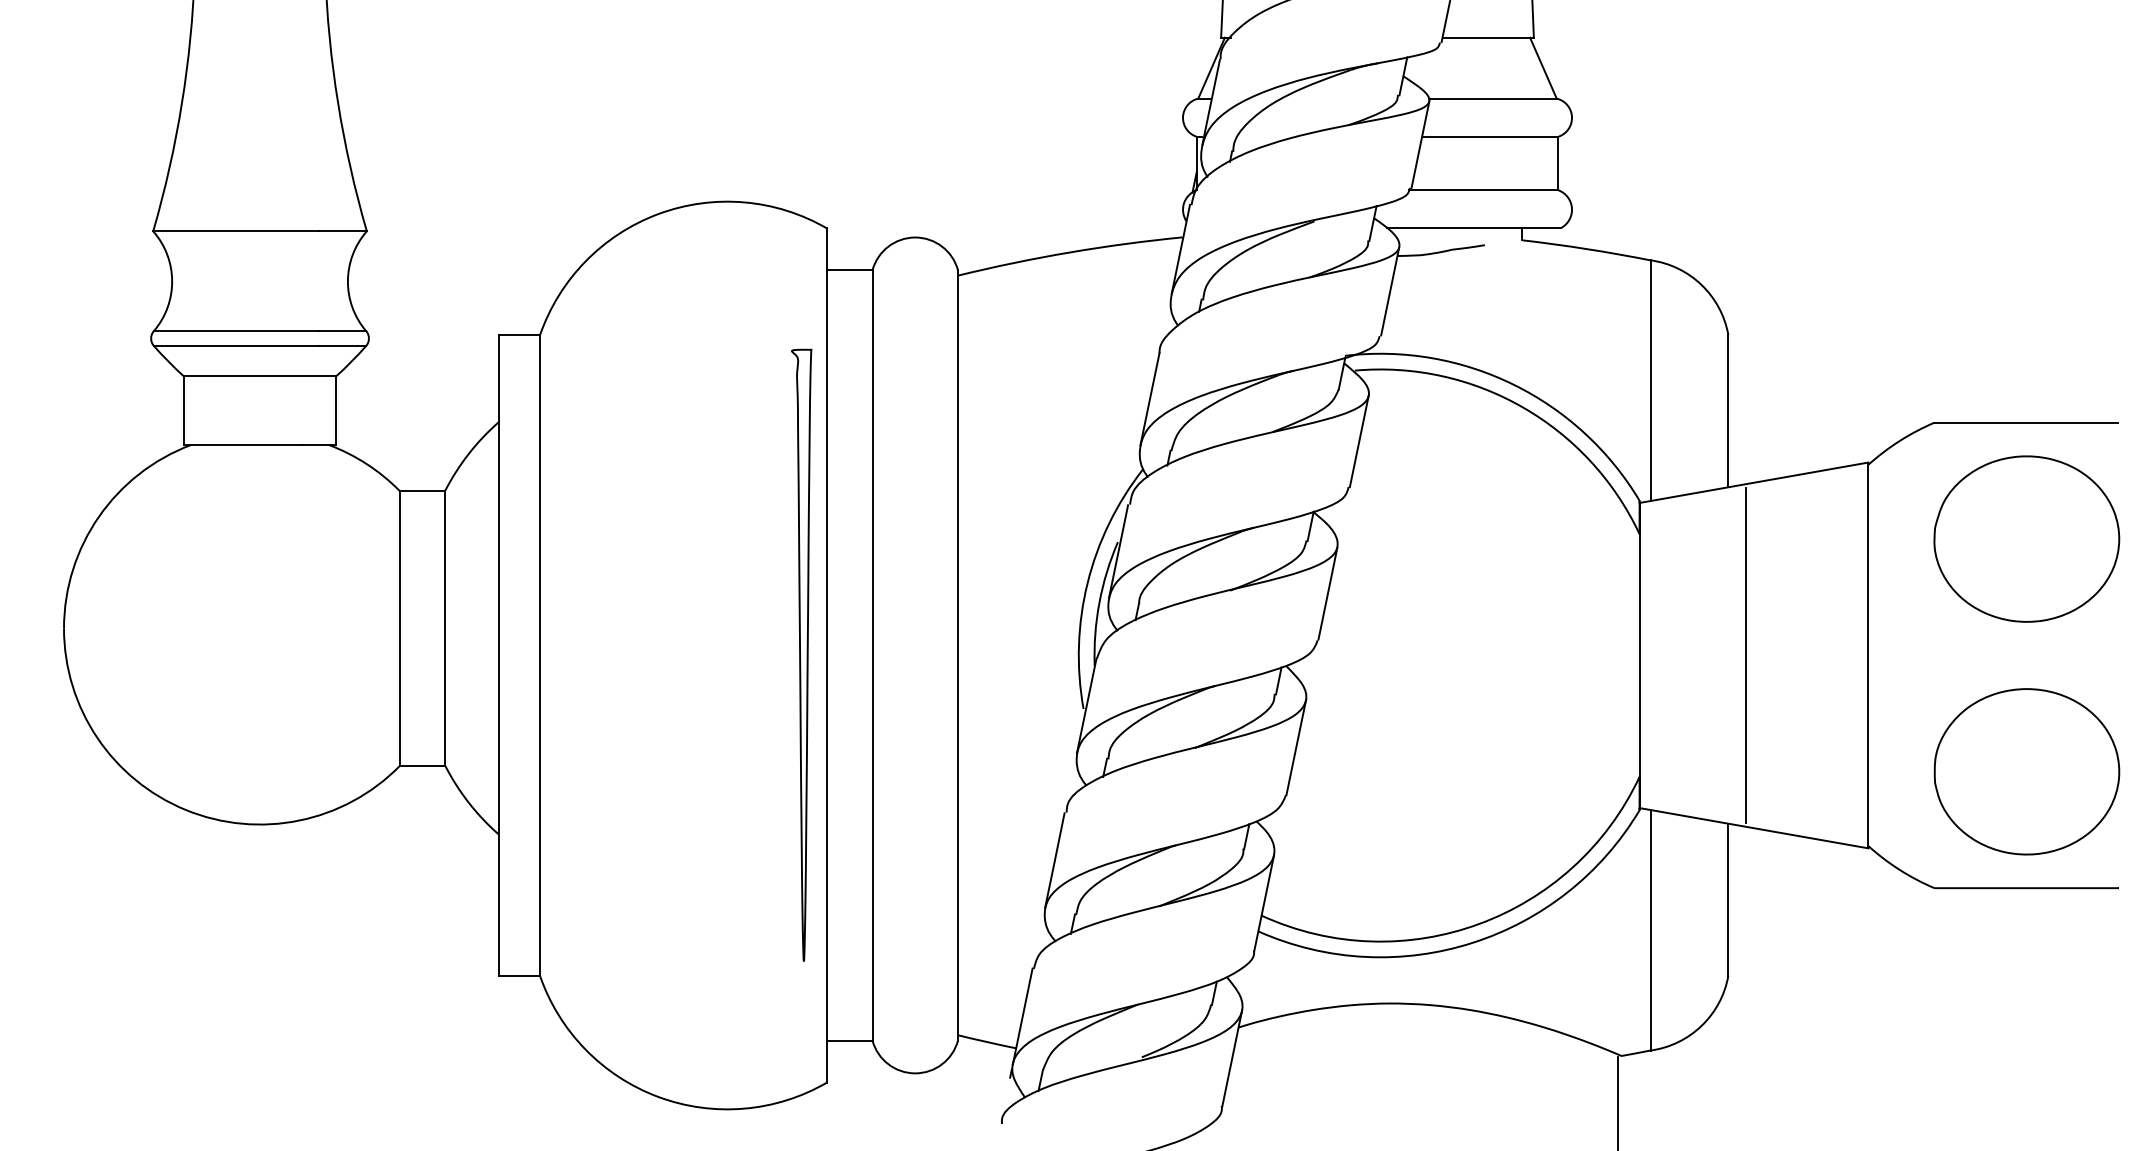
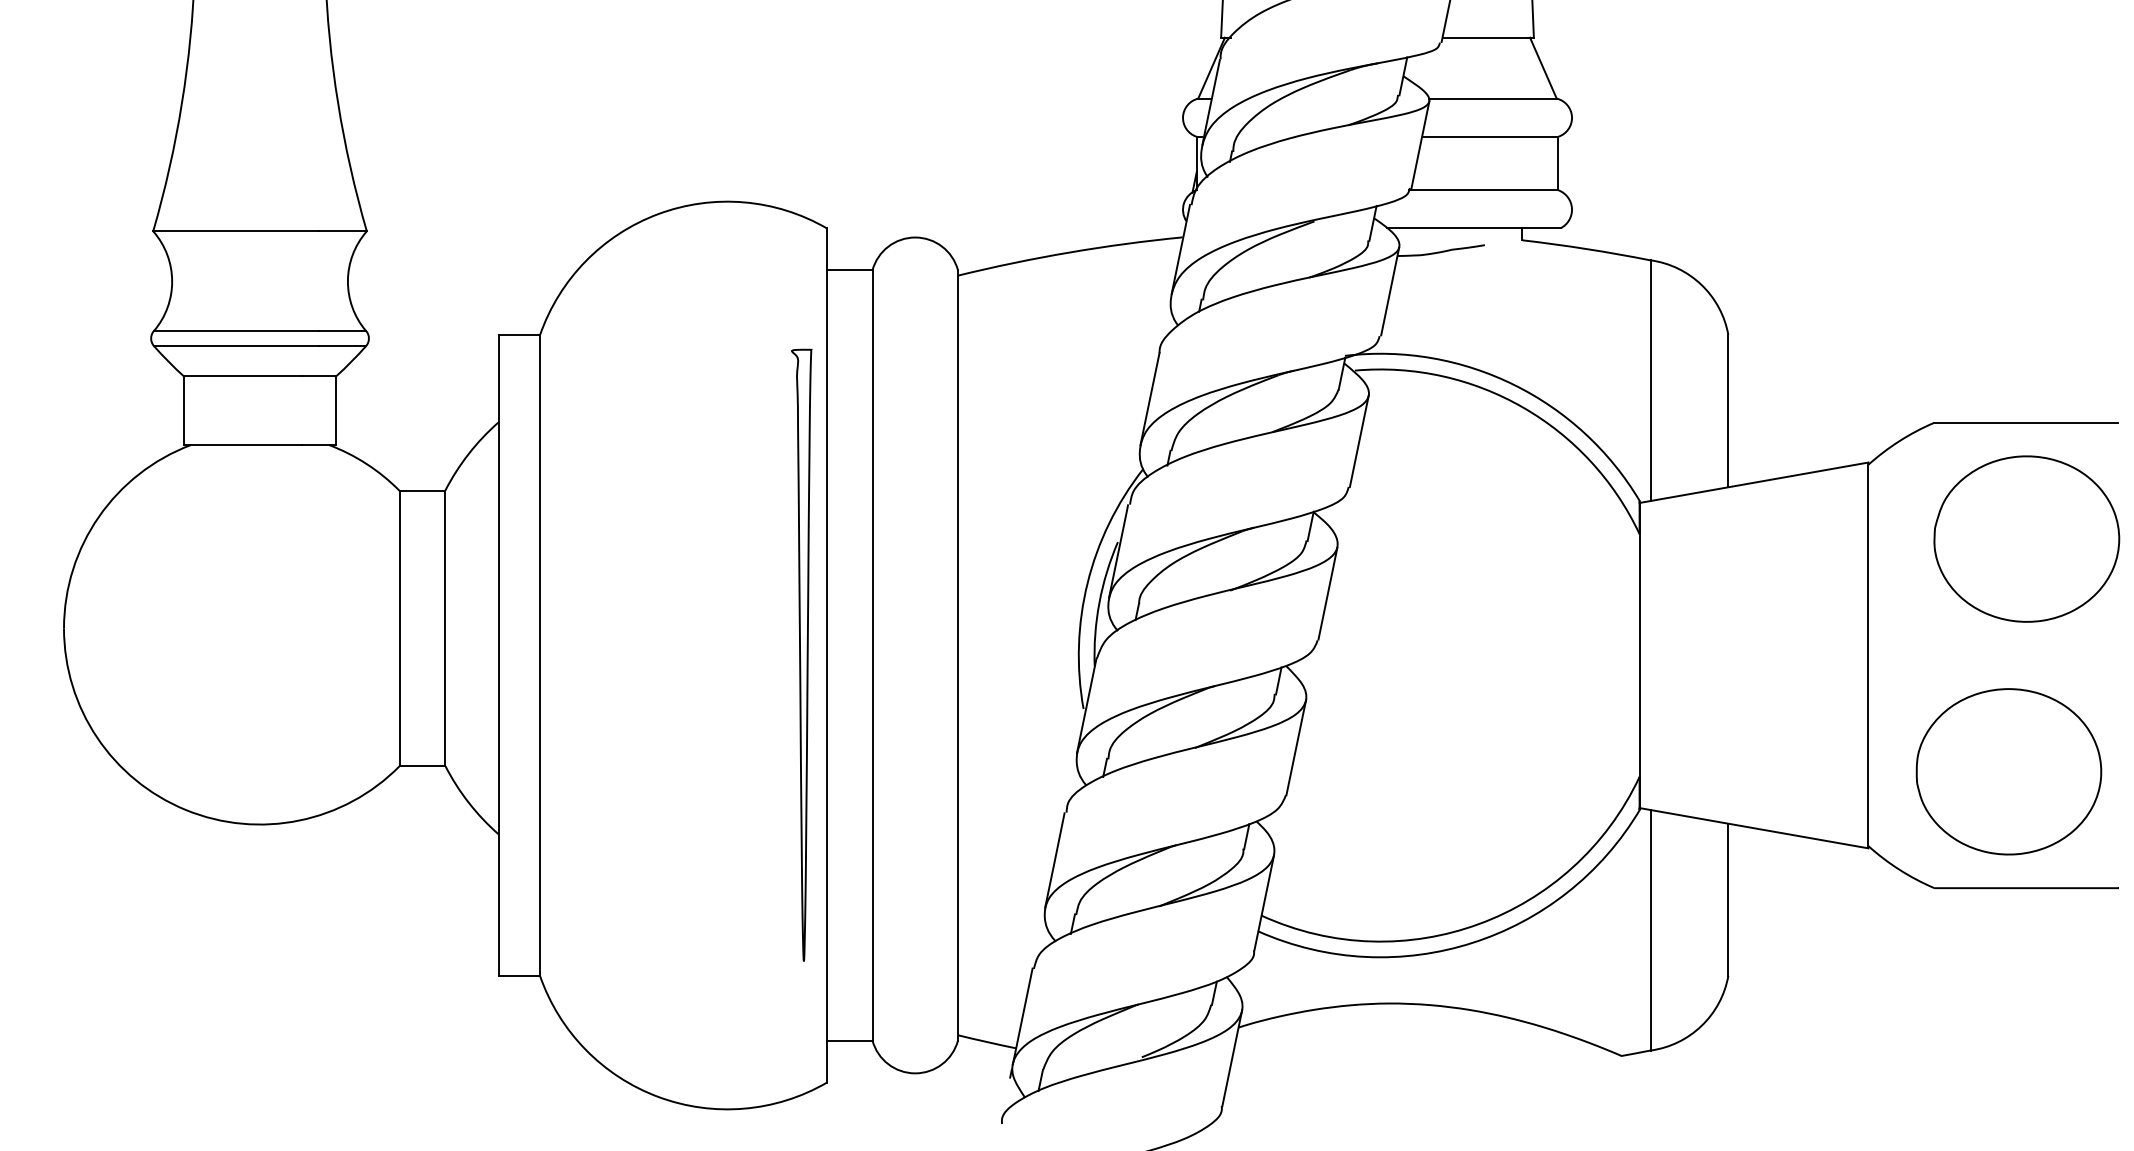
line at (1746, 655): present -> none
part at (2026, 771) position: (2026, 771) -> (2008, 771)
line at (1617, 1101): present -> none
